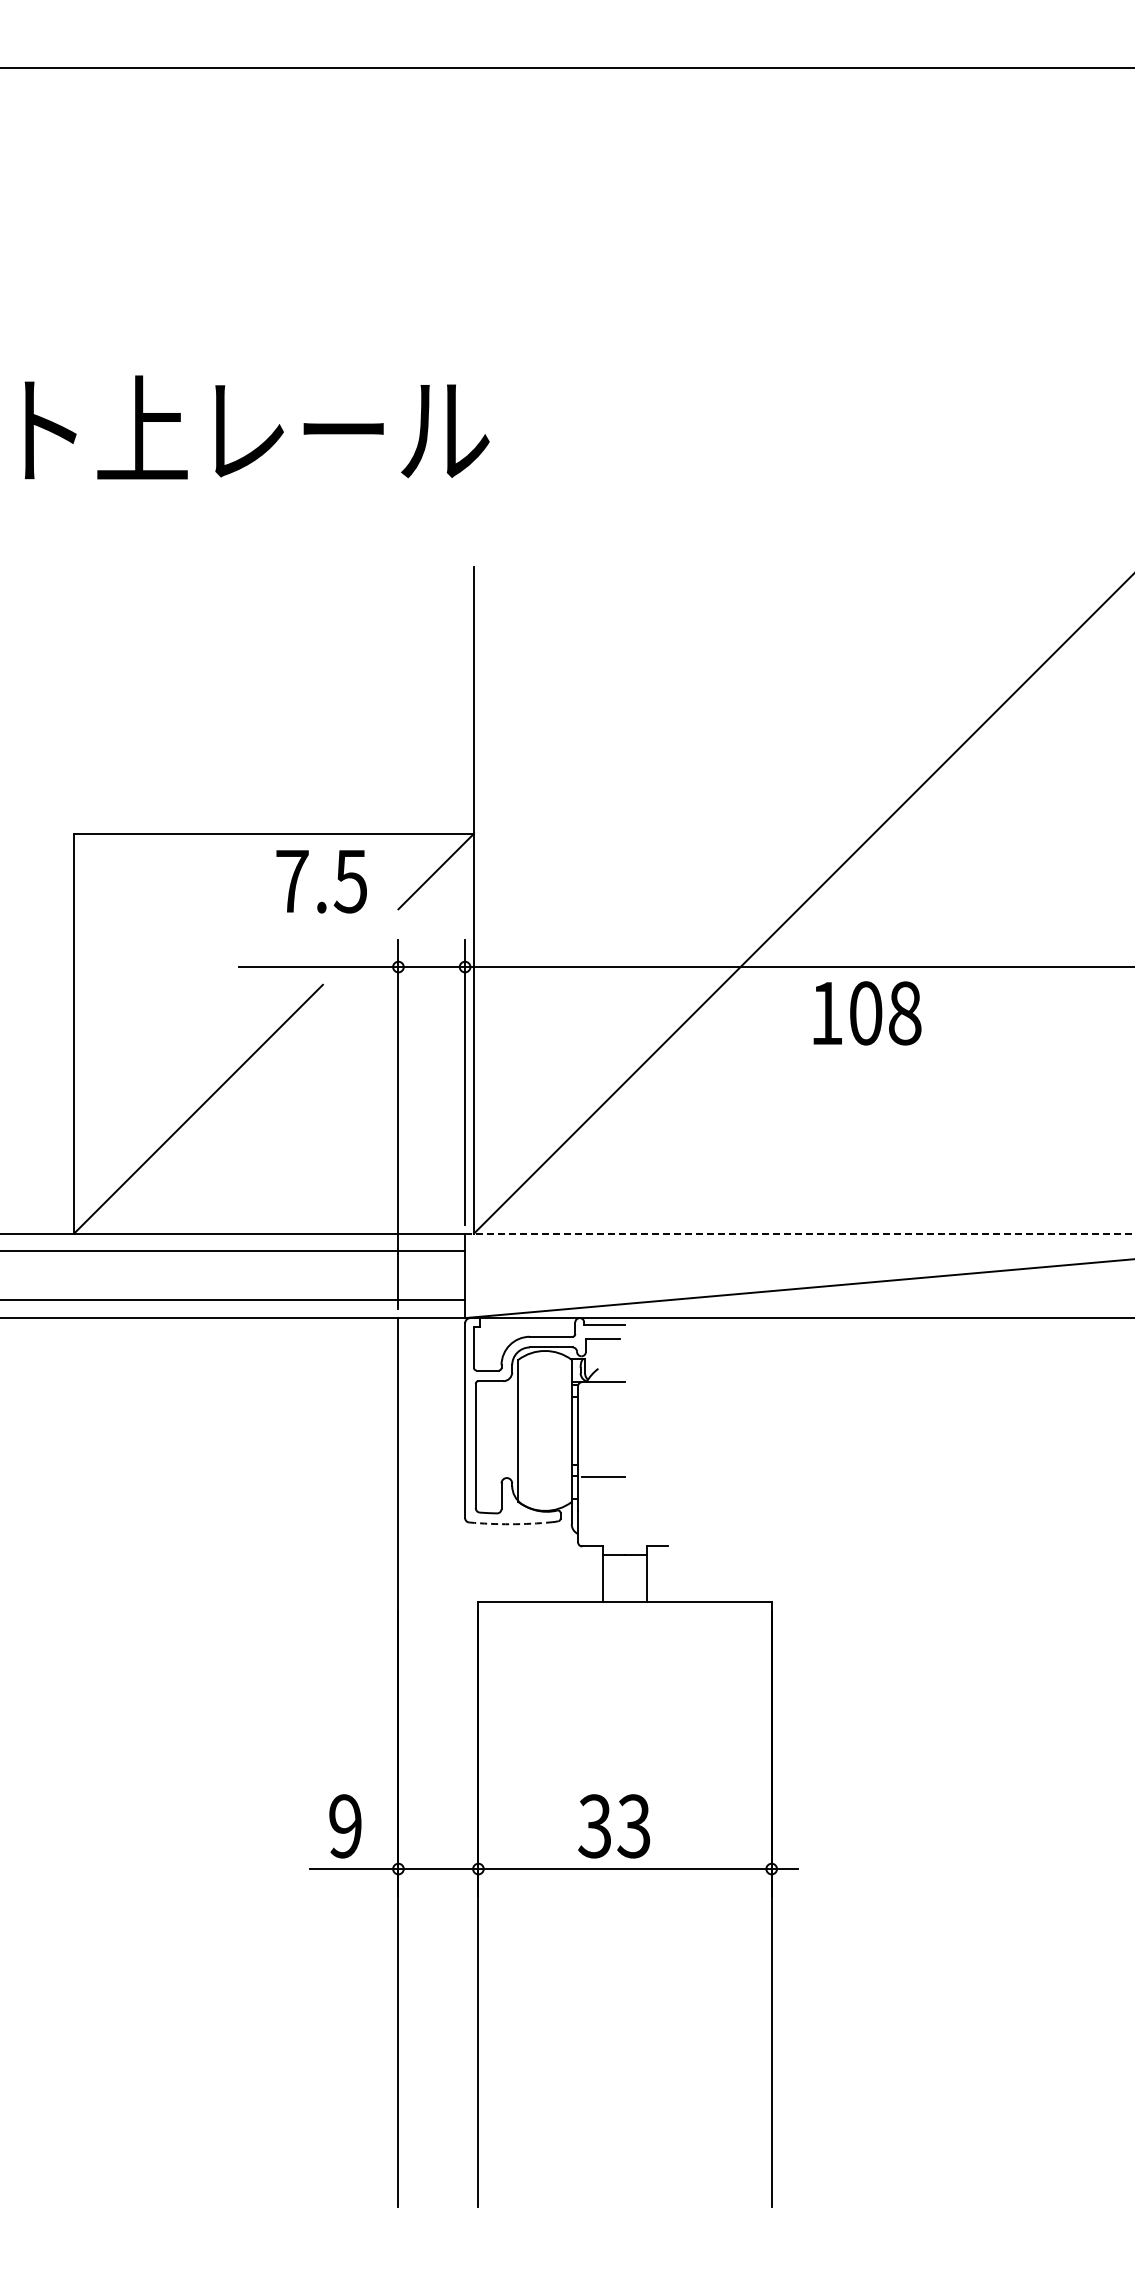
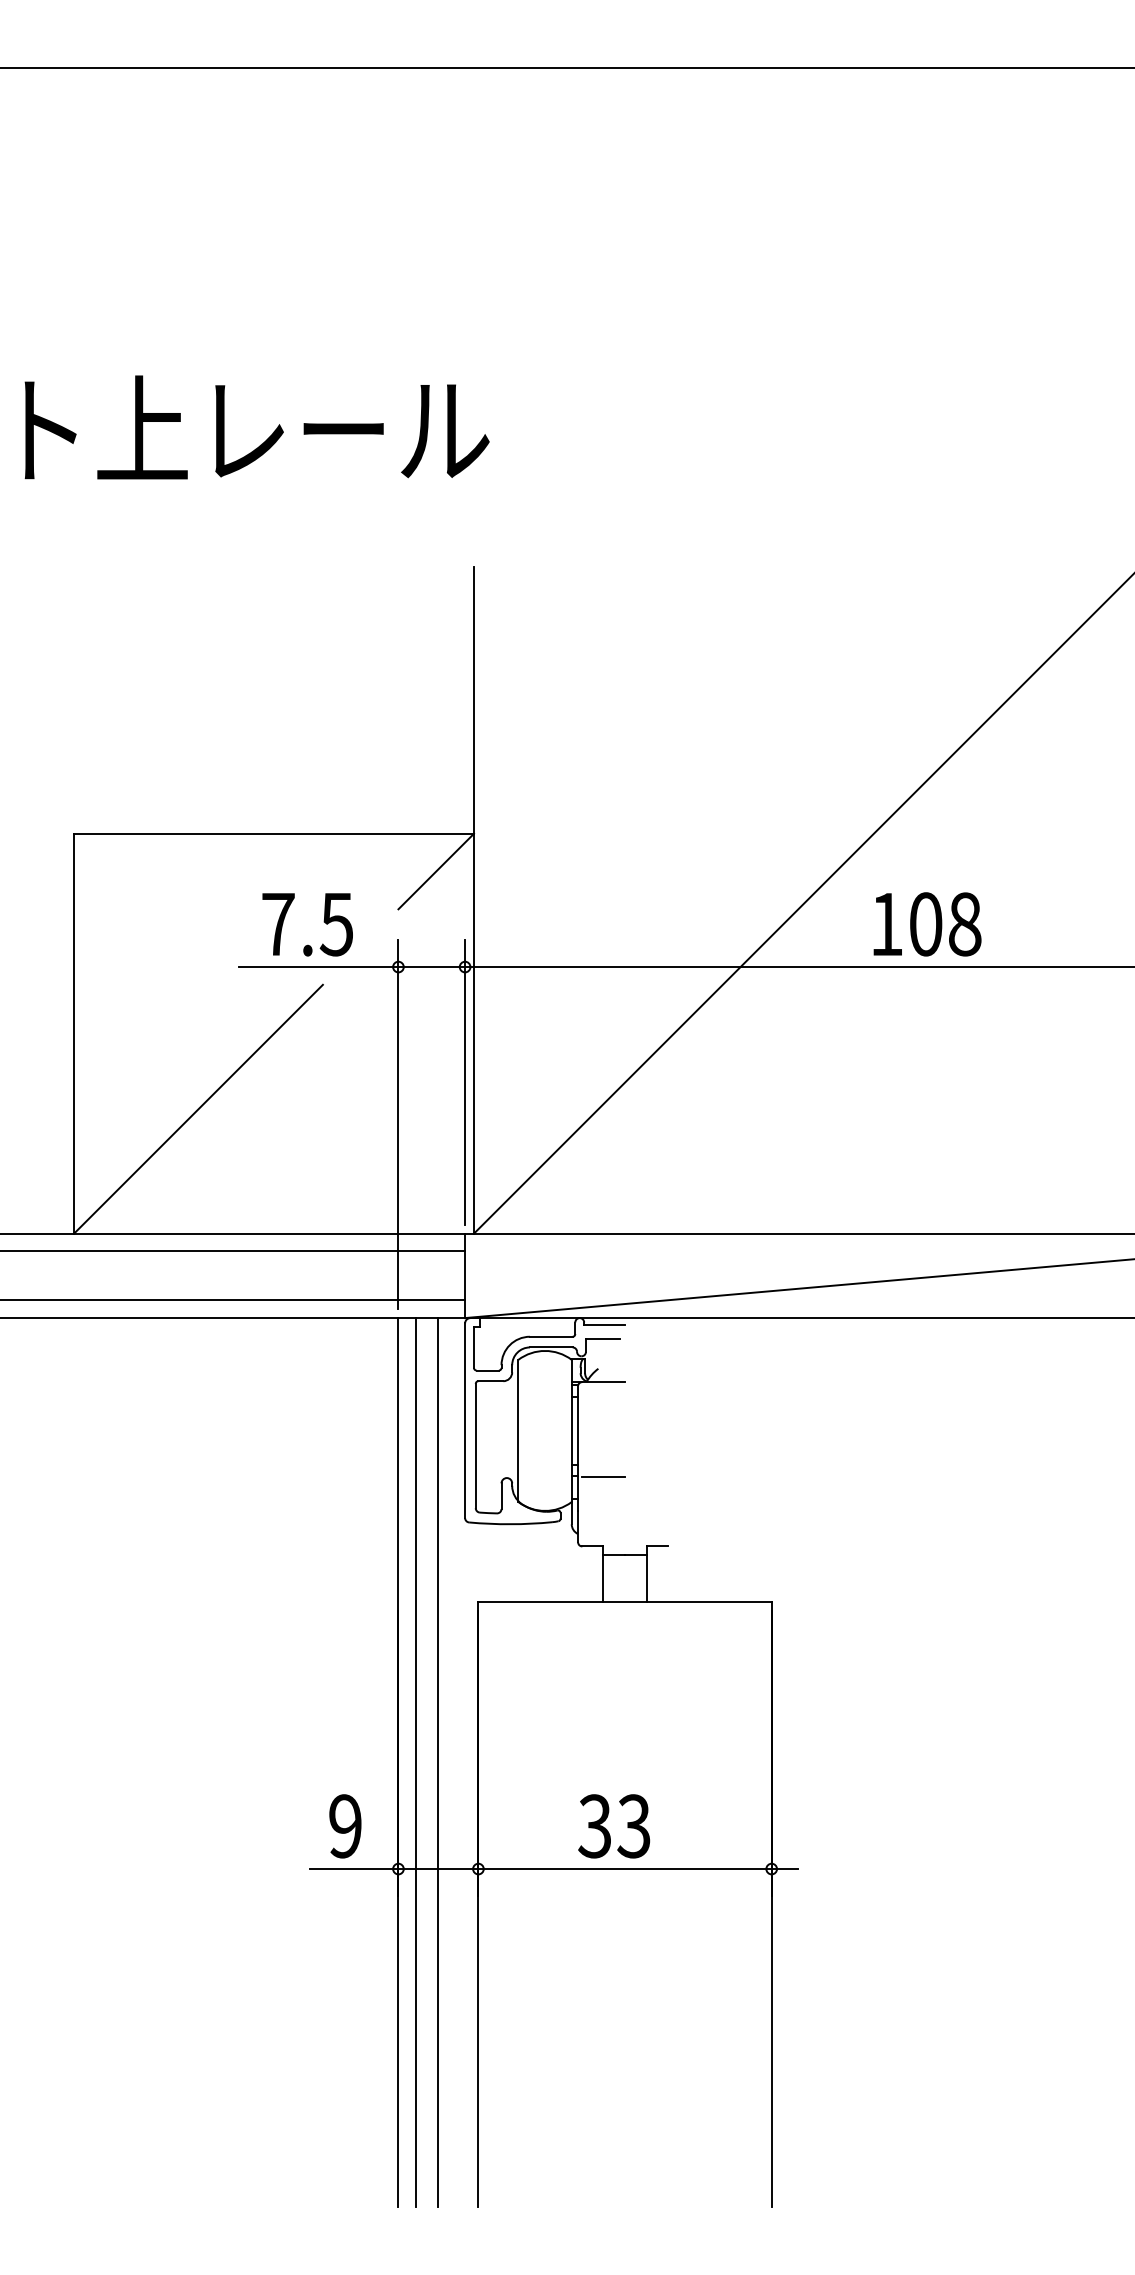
text at (321, 881) position: (321, 881) -> (307, 924)
text at (867, 1013) position: (867, 1013) -> (927, 924)
line at (800, 1233): dashed -> solid
arc at (510, 1524): dashed -> solid
line at (416, 1762): none -> present
line at (437, 1762): none -> present
